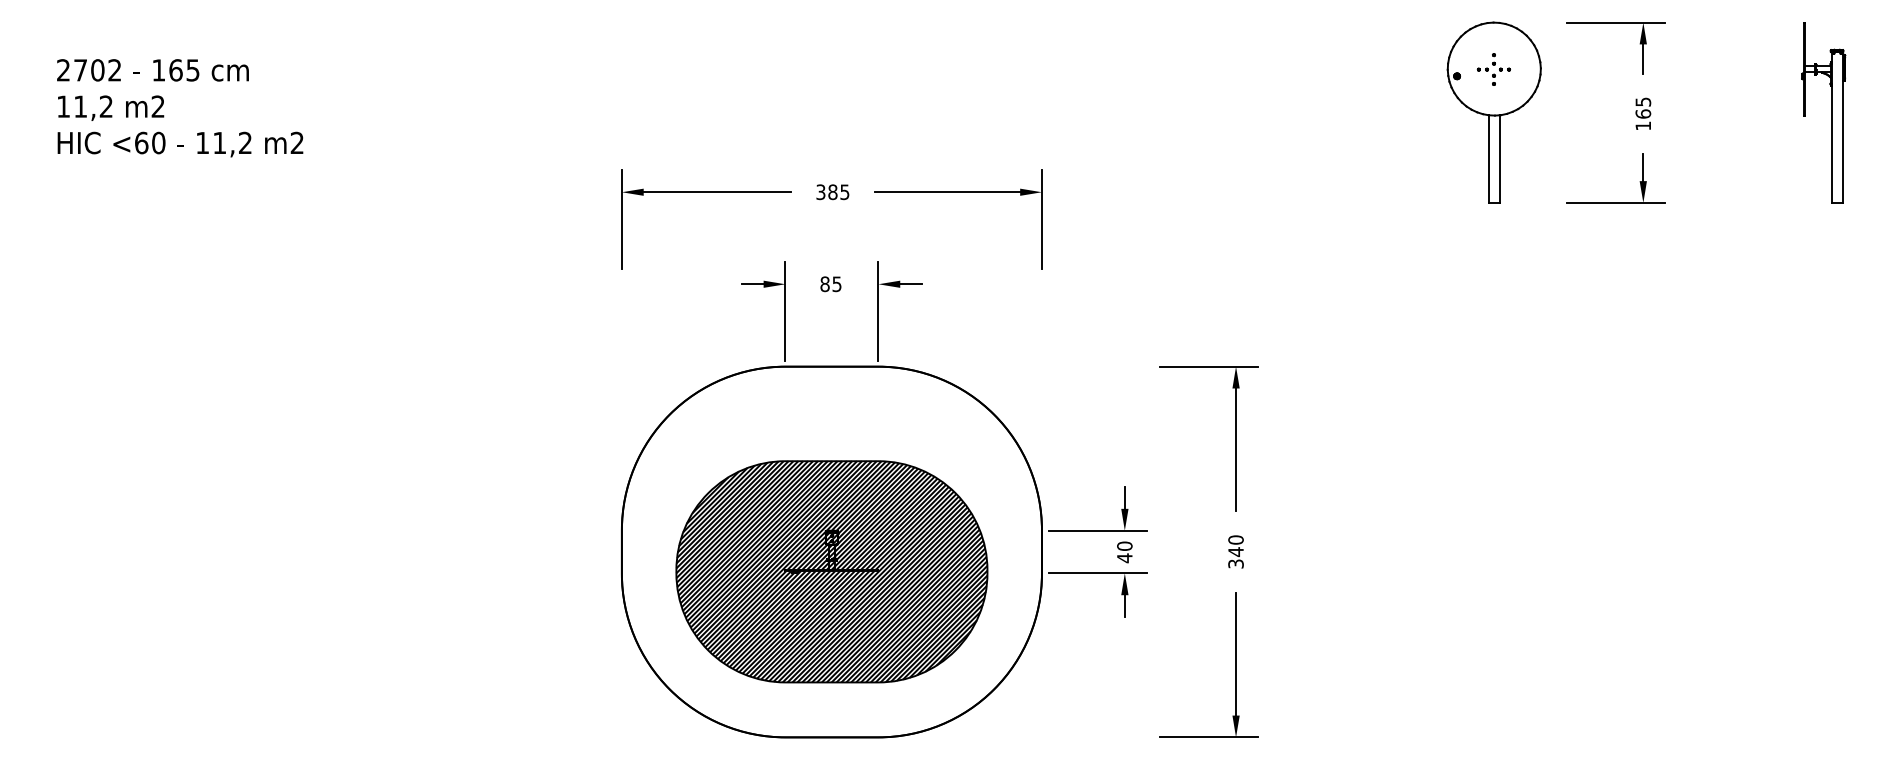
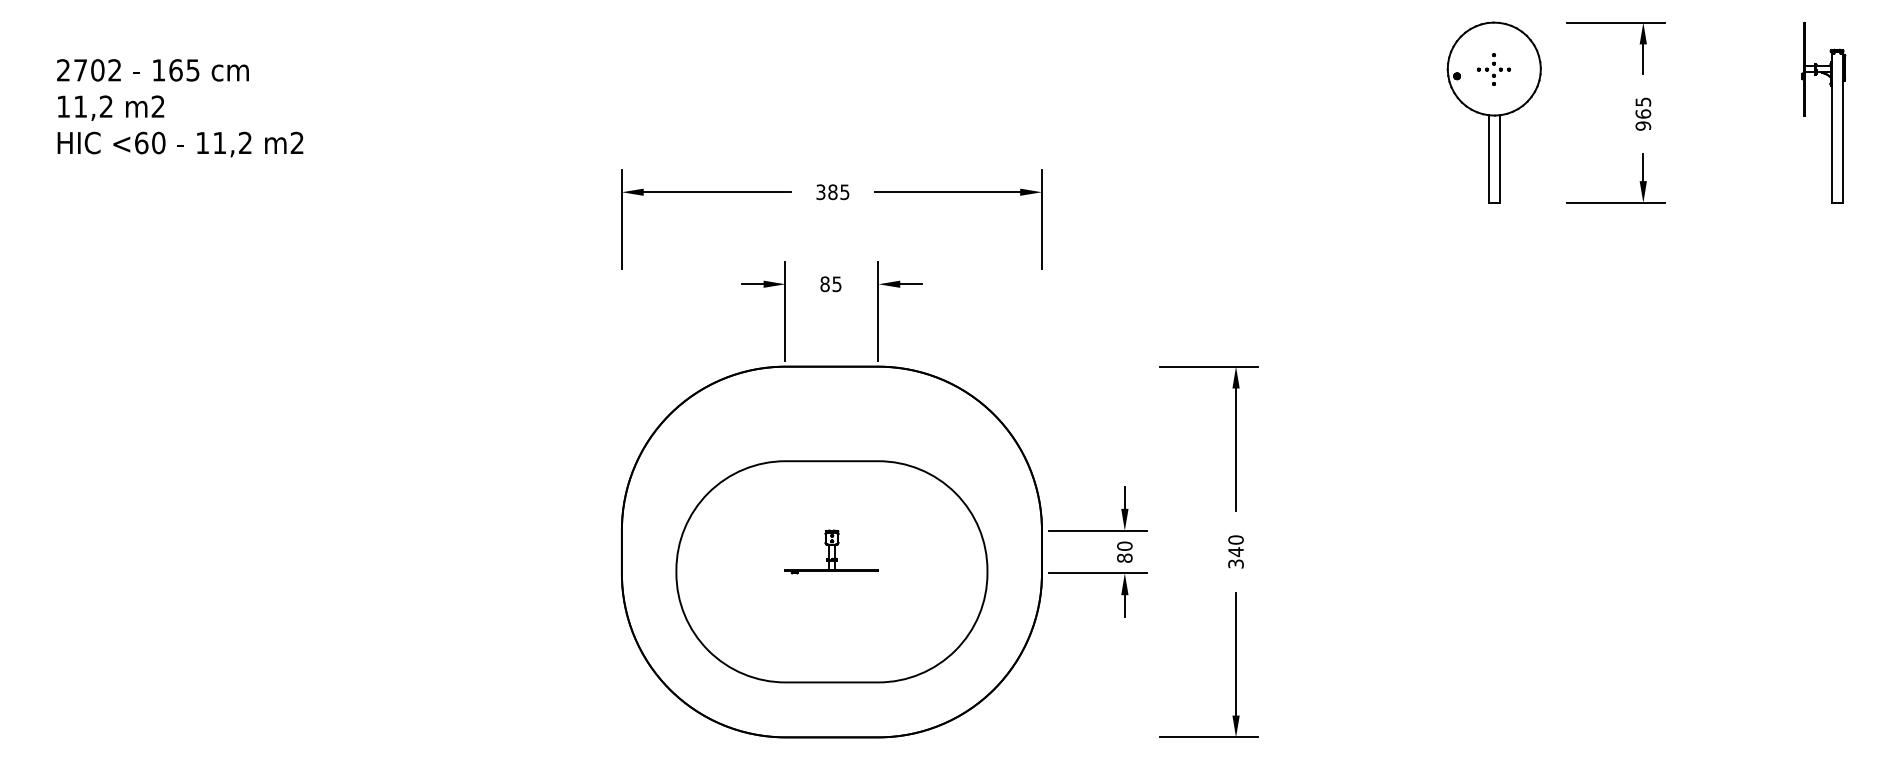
text at (1643, 125): 165 -> 965
text at (1124, 558): 40 -> 80
hatch at (831, 571): present -> none
